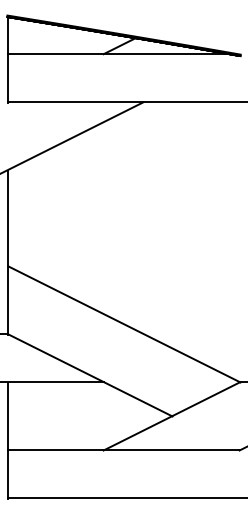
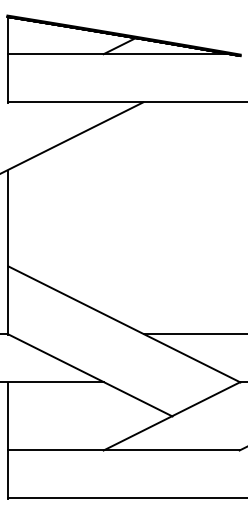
line at (193, 334): none -> present
